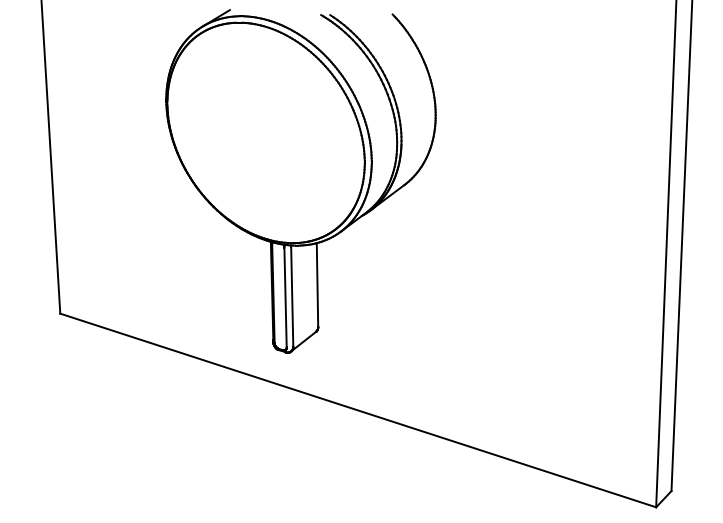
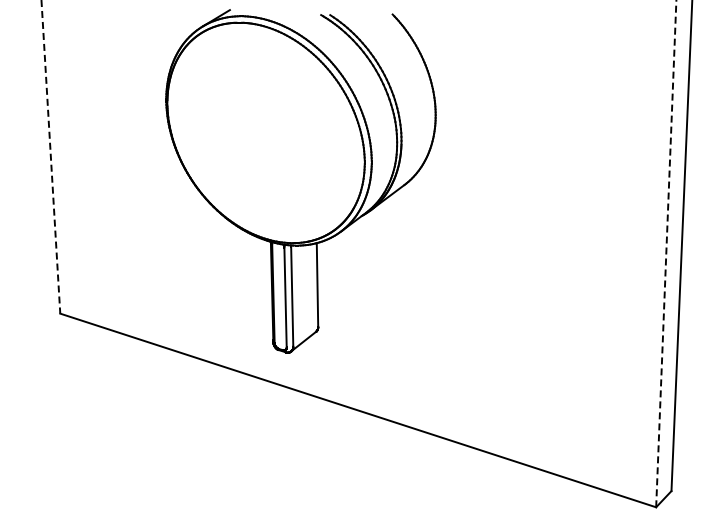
line at (50, 157): solid -> dashed
line at (666, 253): solid -> dashed
